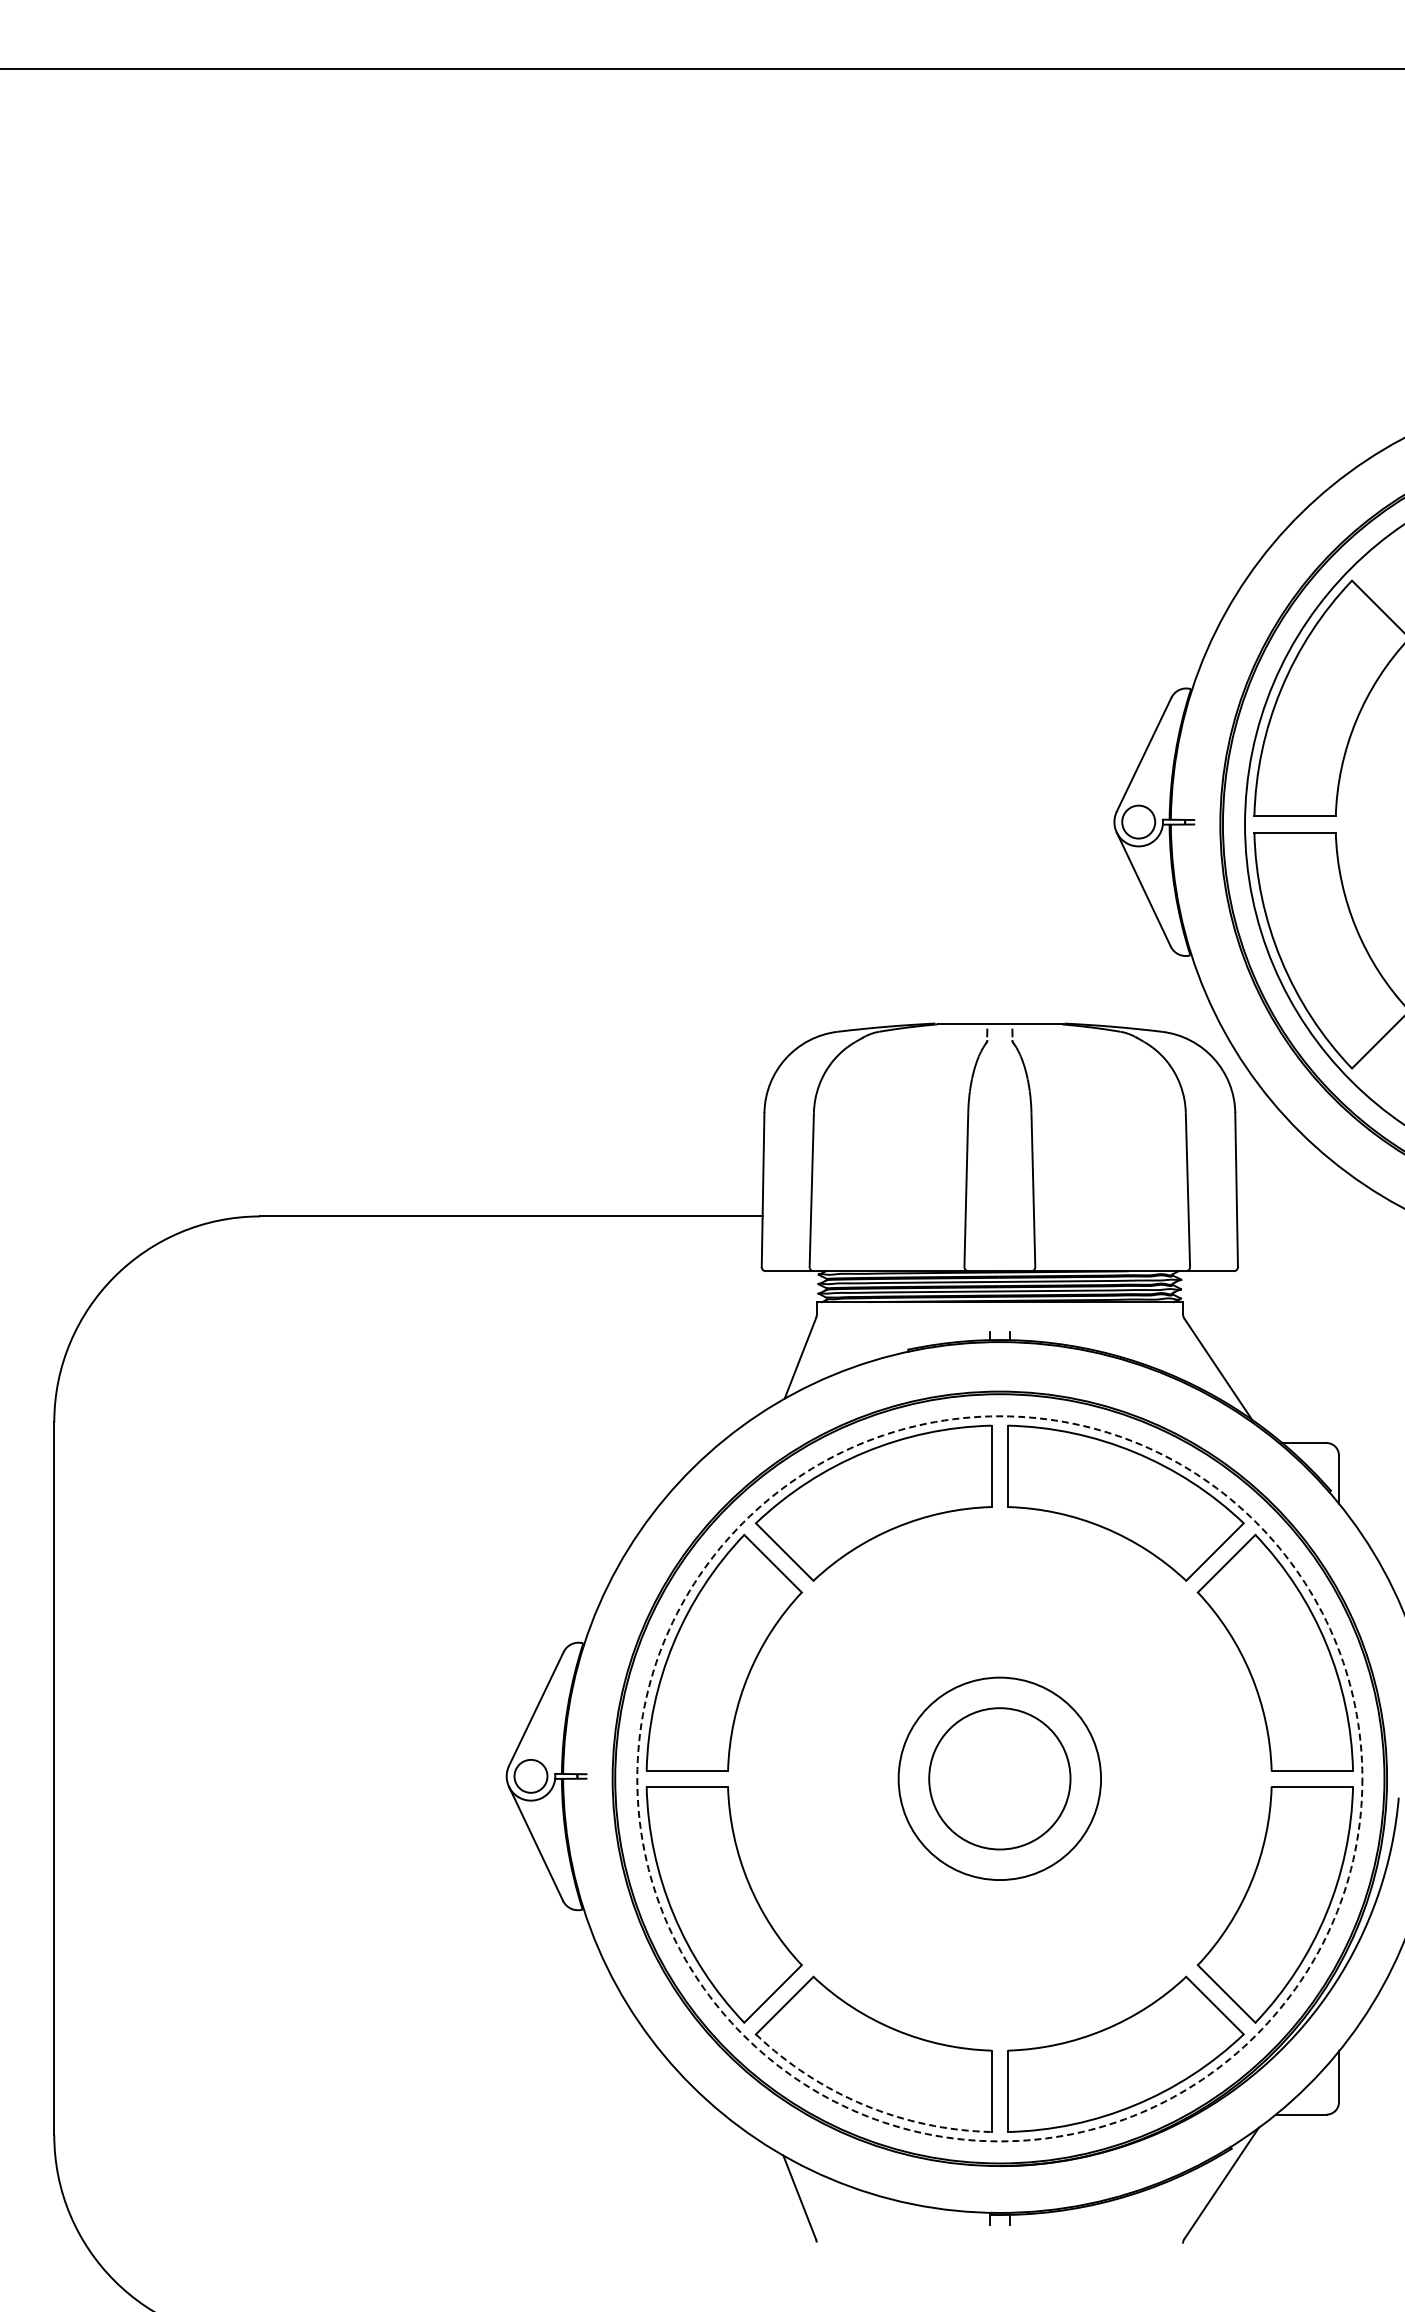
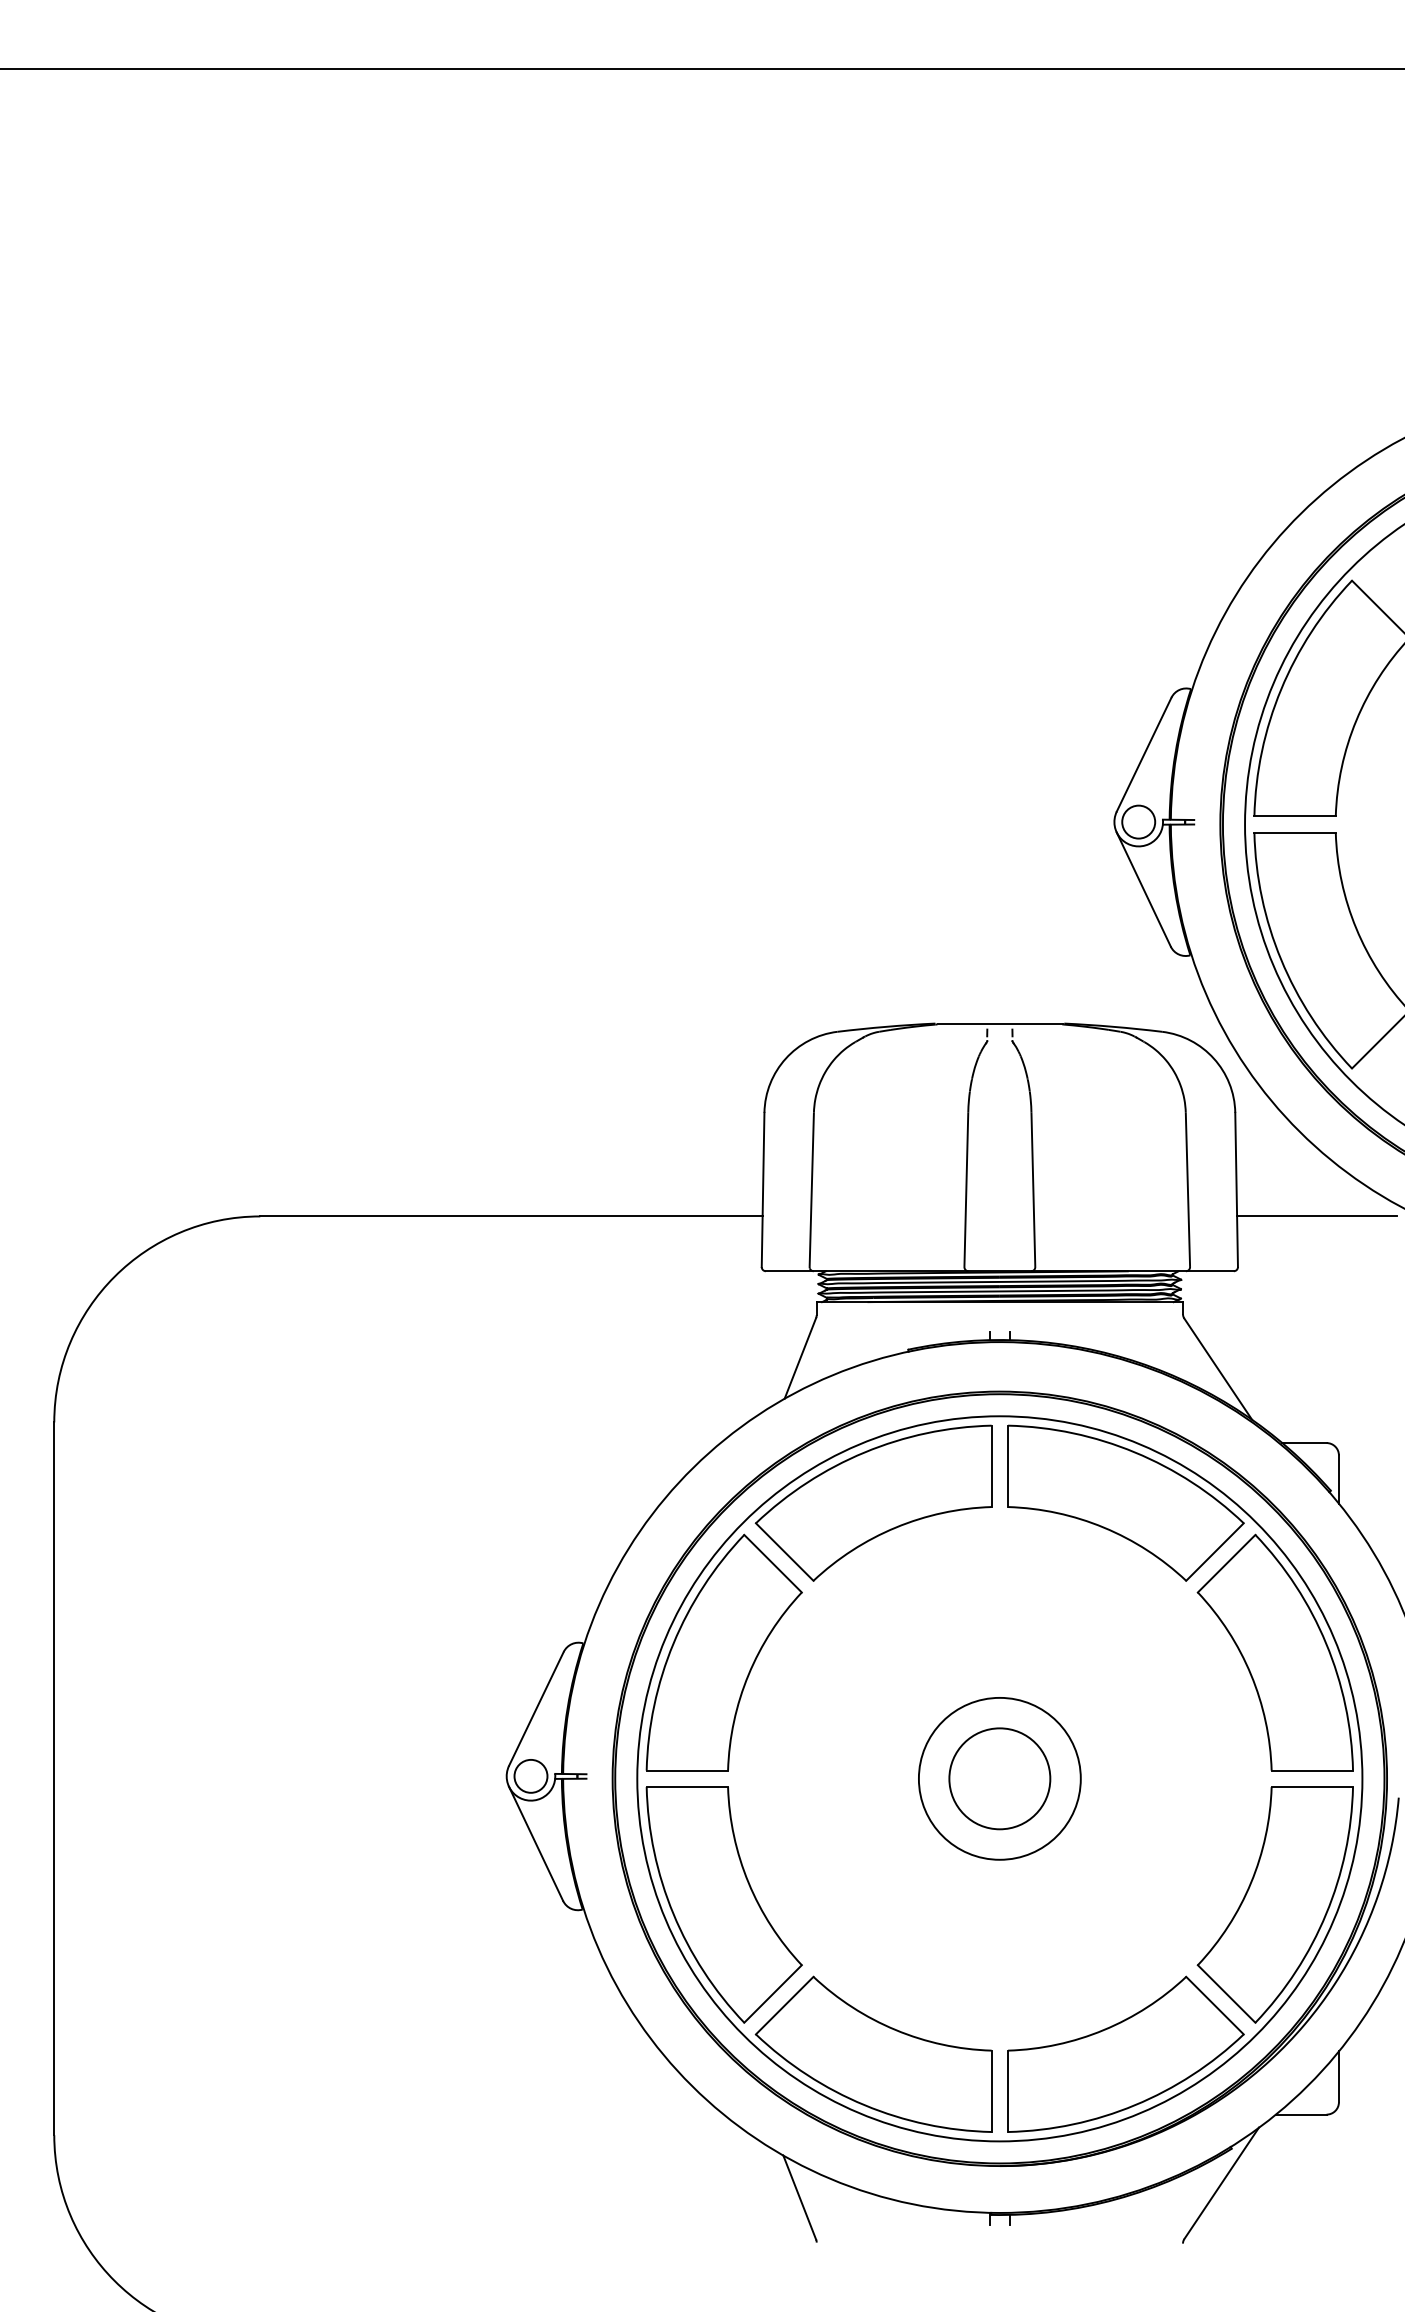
line at (1316, 1216): none -> present
circle at (999, 1778) diameter: 141 px -> 101 px
circle at (999, 1778) diameter: 202 px -> 162 px
circle at (999, 1778): dashed -> solid
arc at (864, 2105): dashed -> solid
